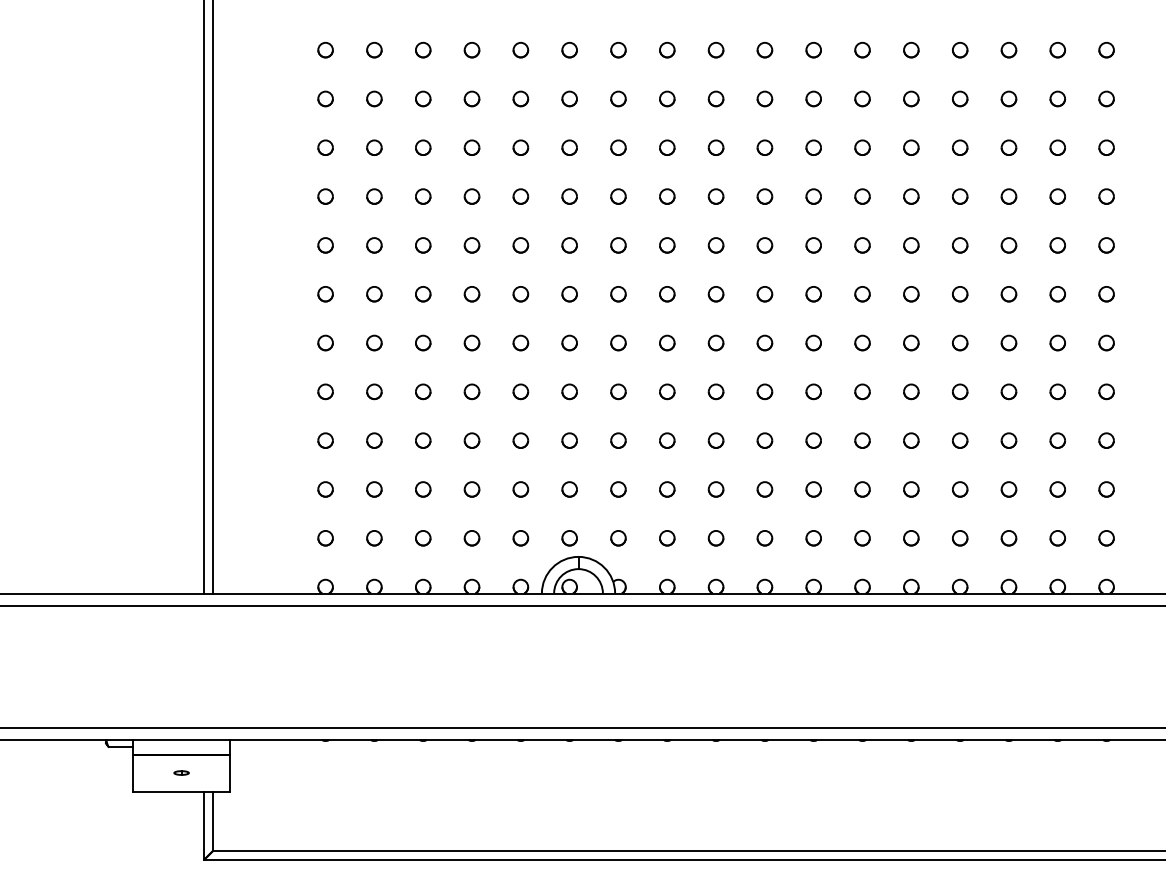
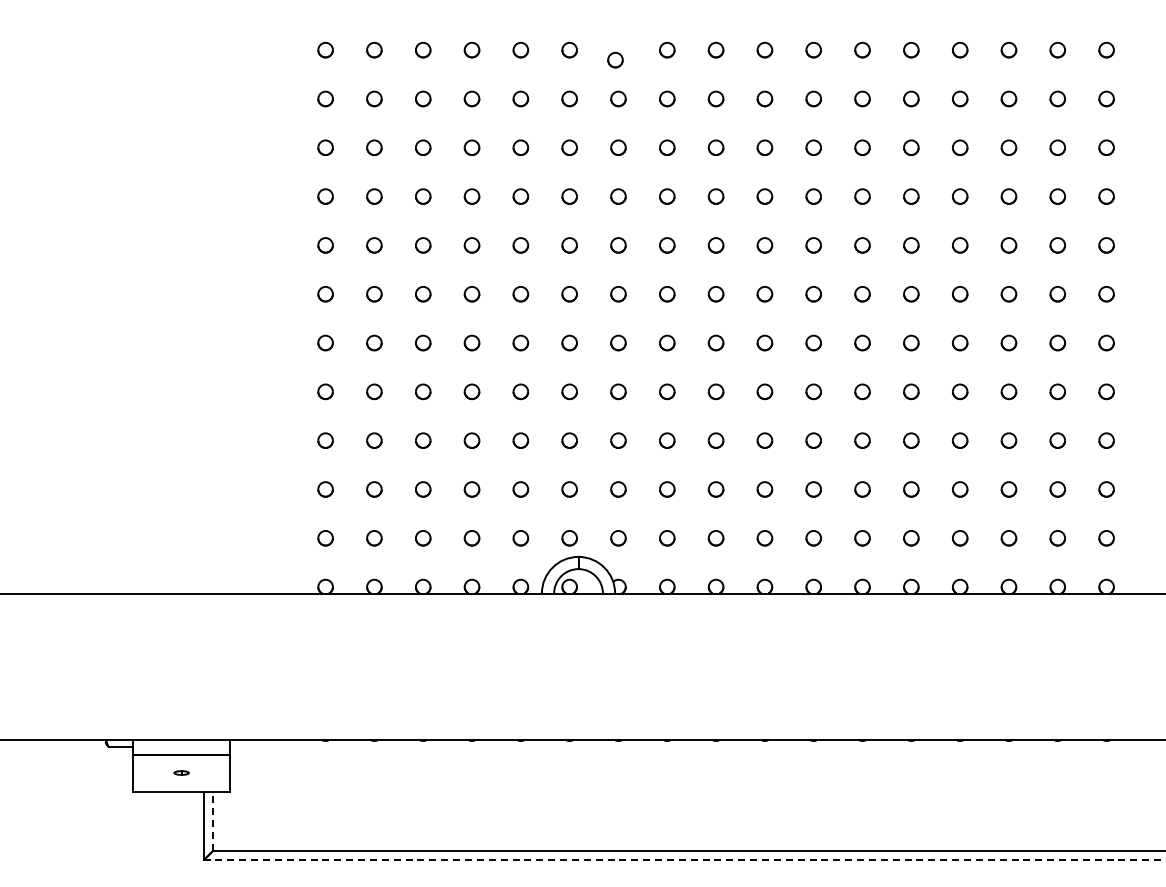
part at (618, 49) position: (618, 49) -> (615, 59)
line at (203, 297): present -> none
line at (213, 297): present -> none
line at (582, 605): present -> none
line at (582, 727): present -> none
line at (213, 820): solid -> dashed
line at (684, 860): solid -> dashed
